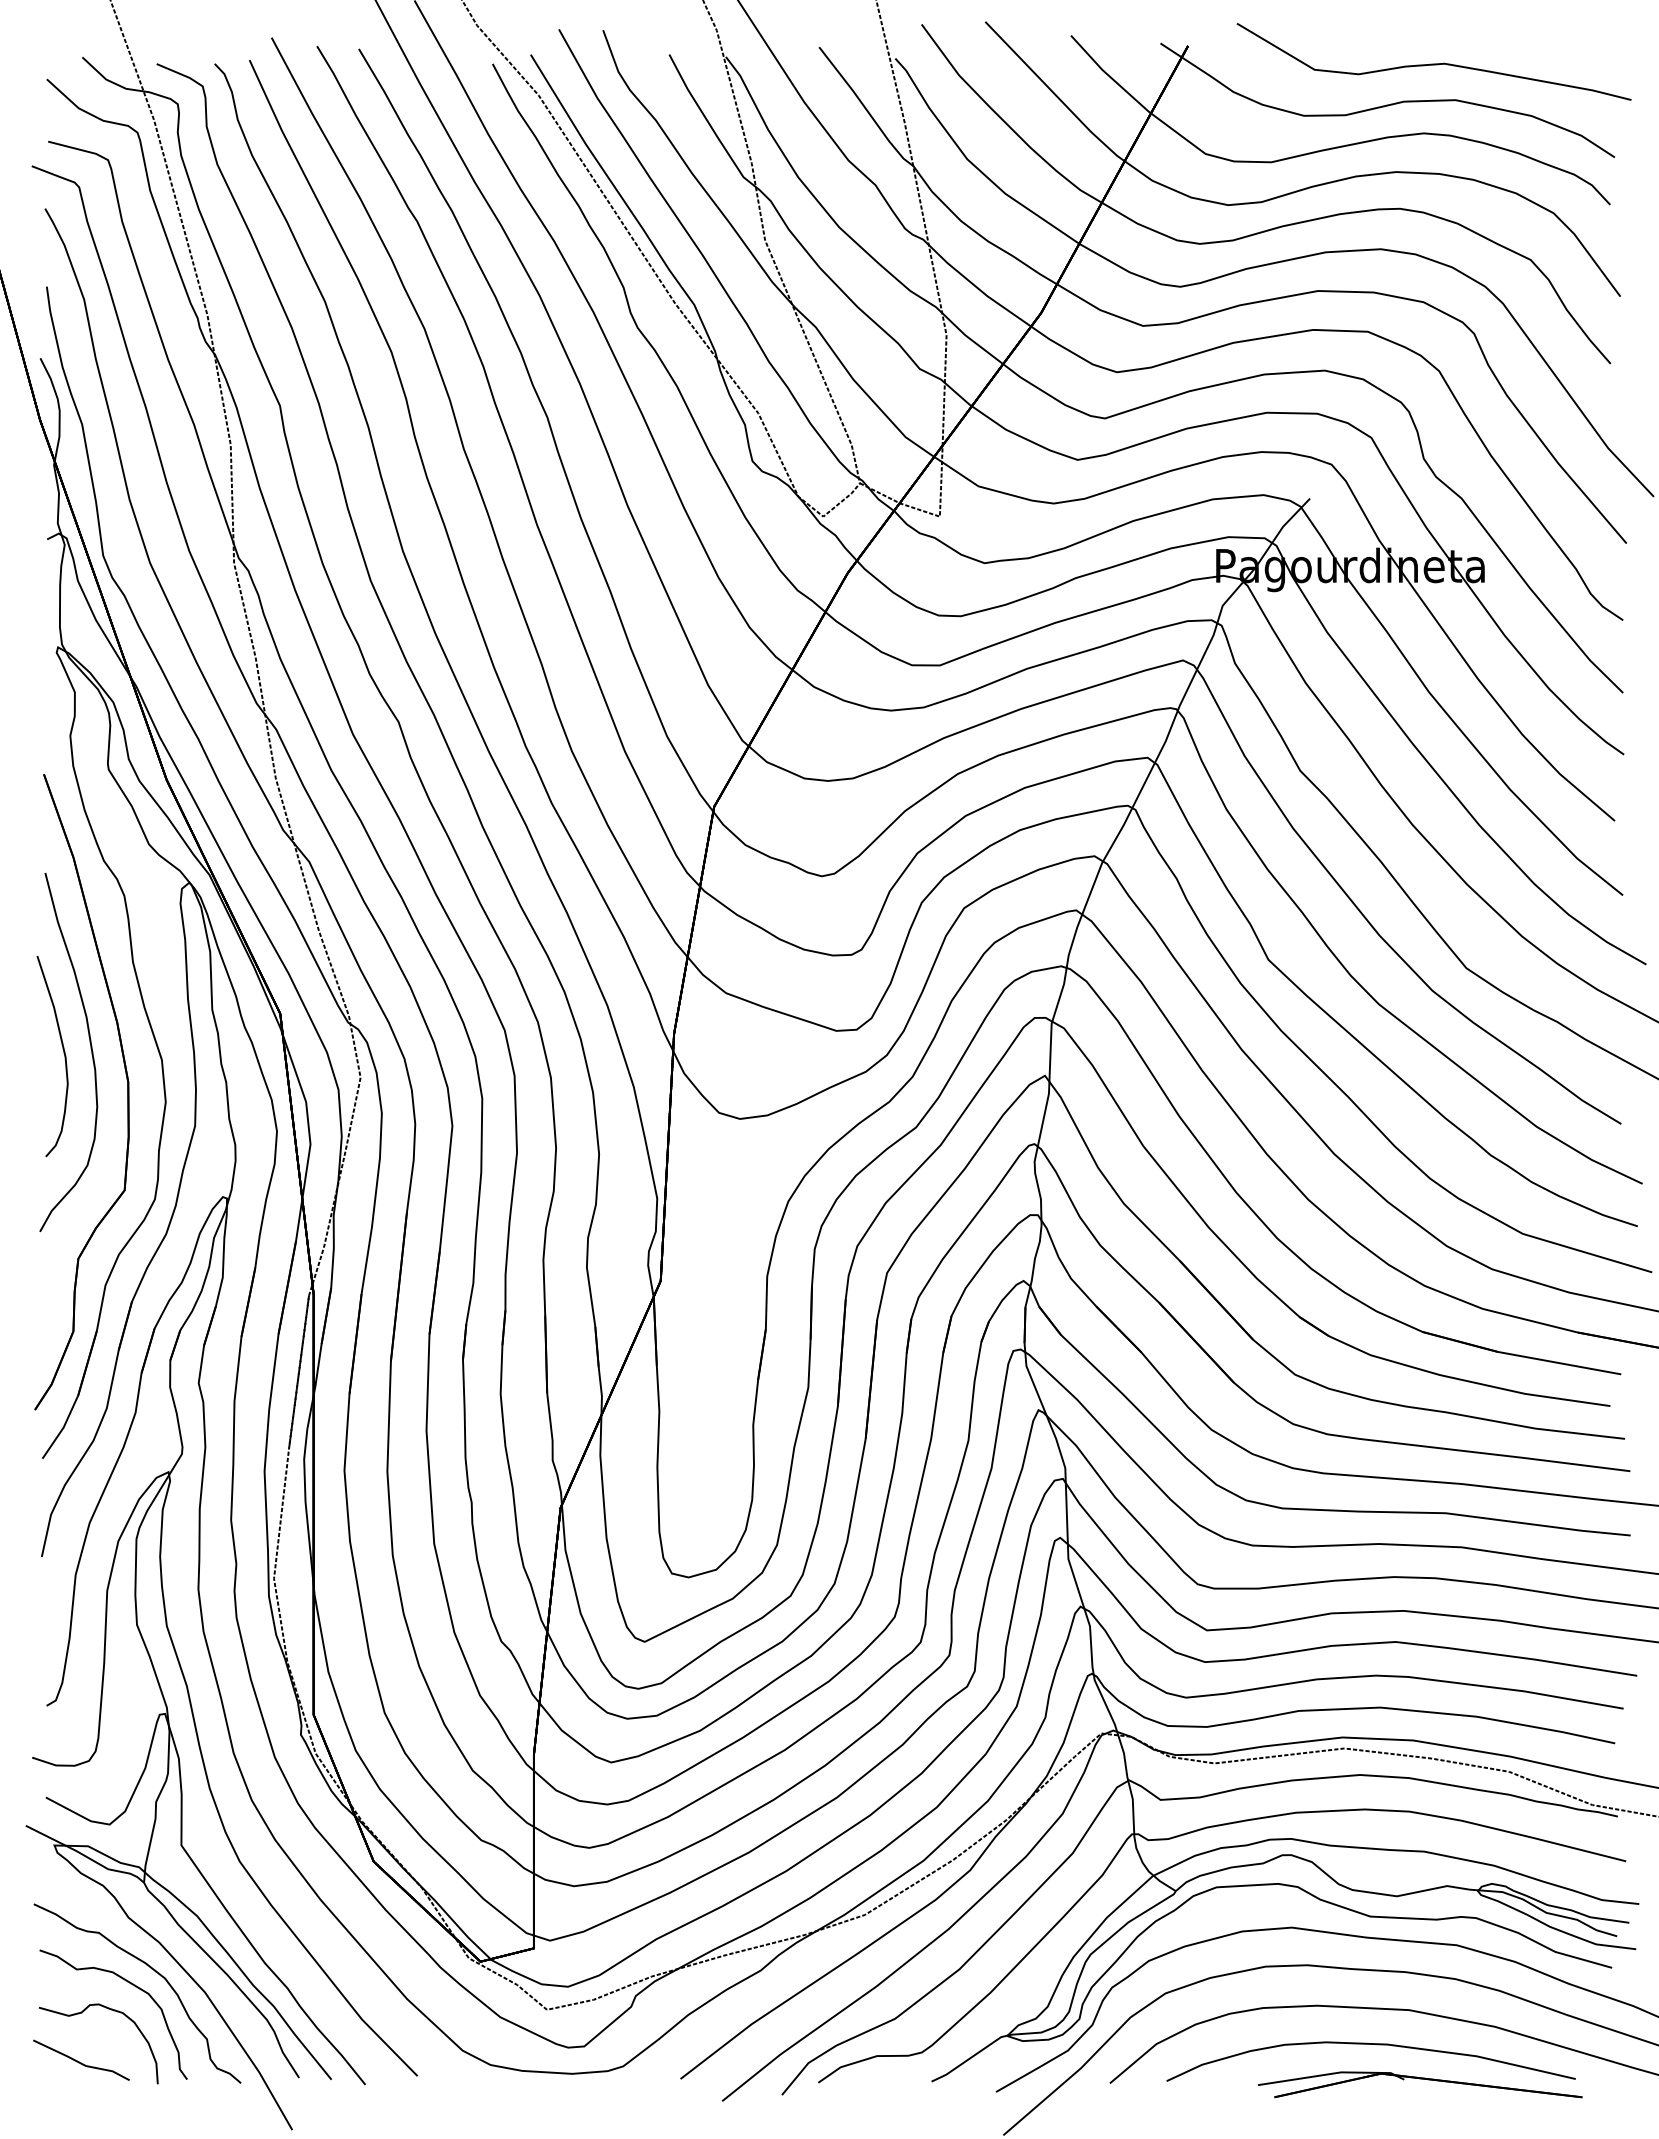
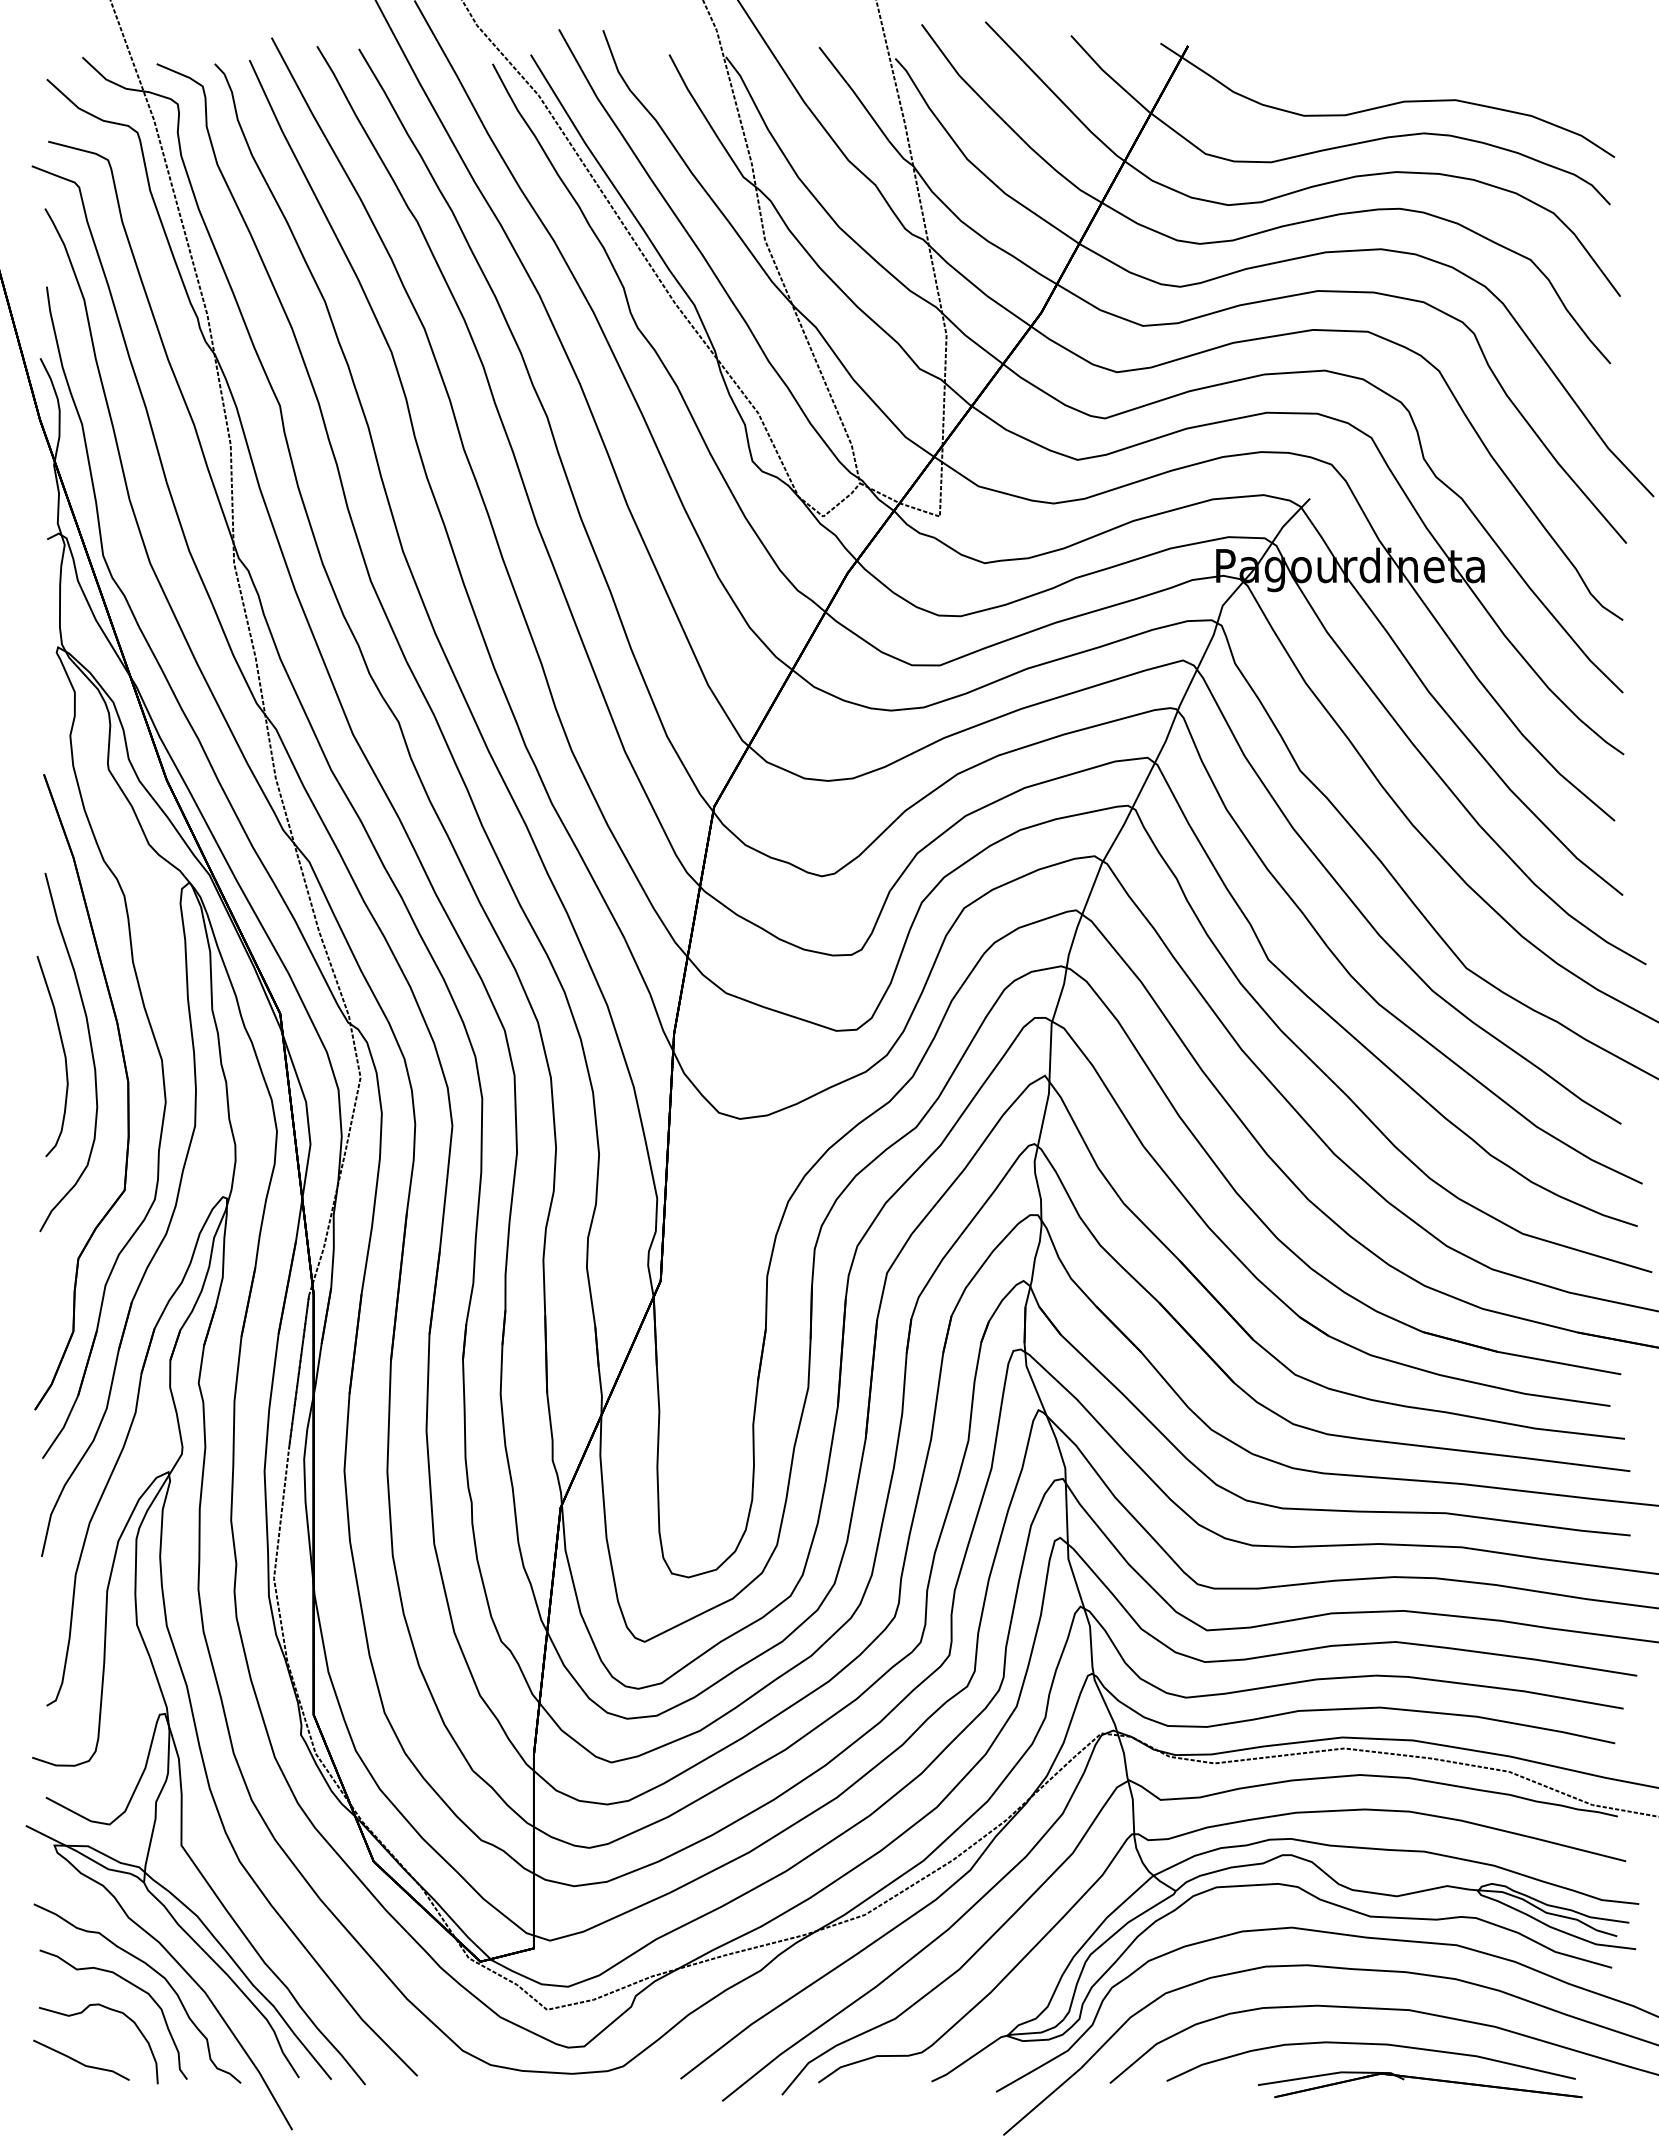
part at (1433, 61): present -> none
